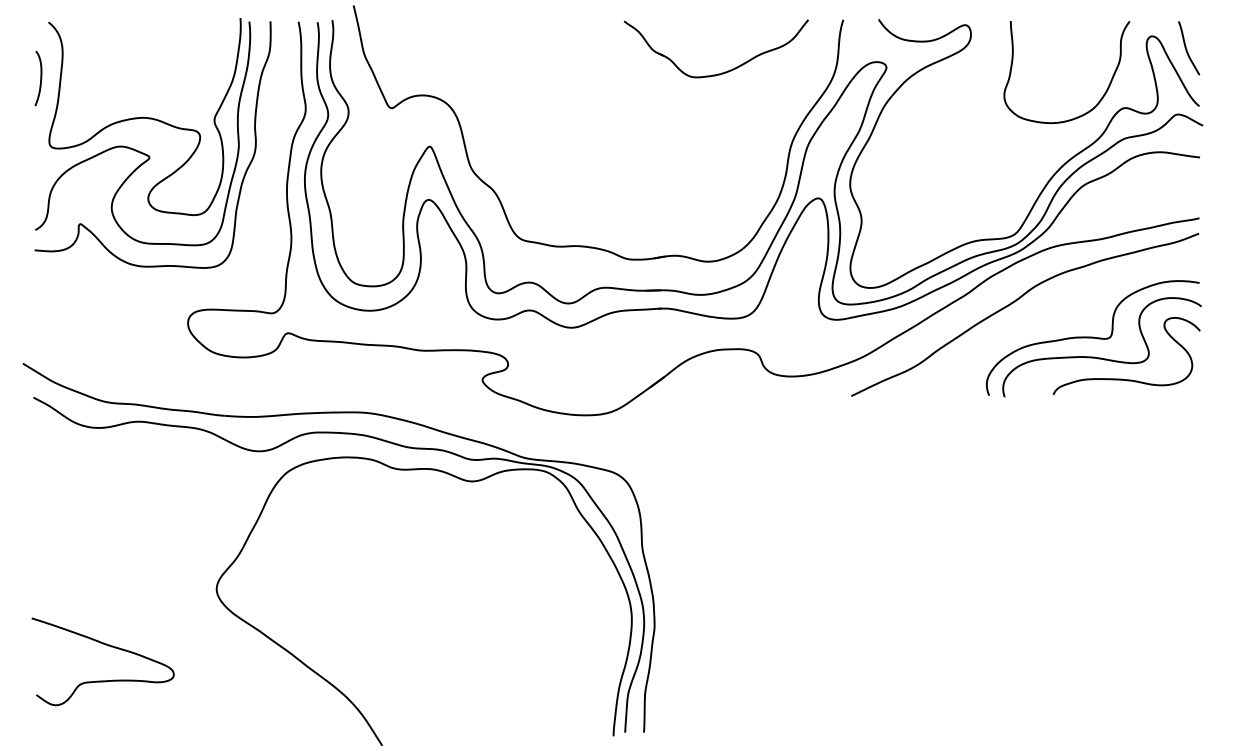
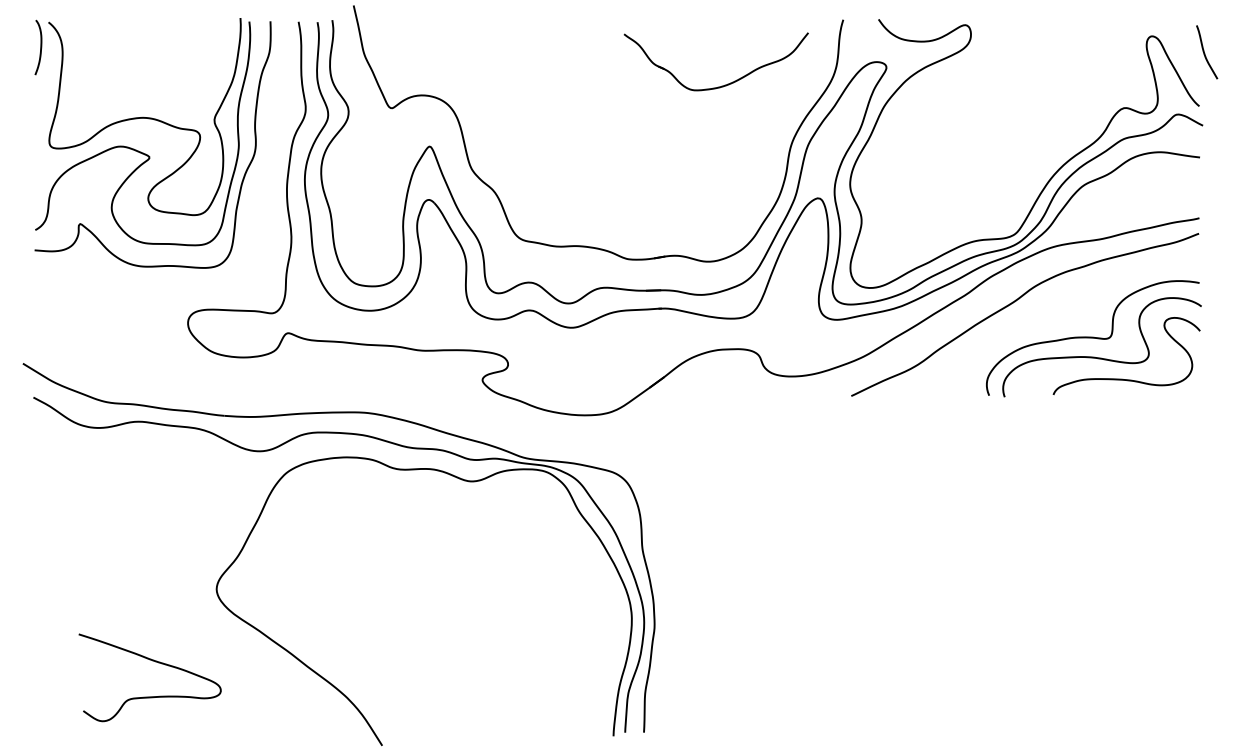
curve at (1187, 49) position: (1187, 49) -> (1205, 53)
part at (721, 72) position: (721, 72) -> (721, 85)
curve at (40, 78) position: (40, 78) -> (40, 47)
curve at (1100, 98): present -> none
curve at (108, 646) position: (108, 646) -> (155, 662)
